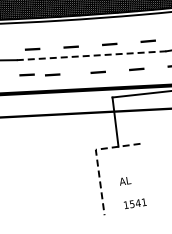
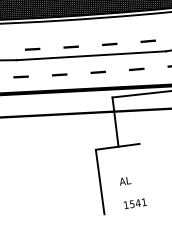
line at (91, 55): dashed -> solid
line at (26, 74) position: (26, 74) -> (20, 76)
line at (52, 74) position: (52, 74) -> (59, 74)
line at (97, 159): dashed -> solid
